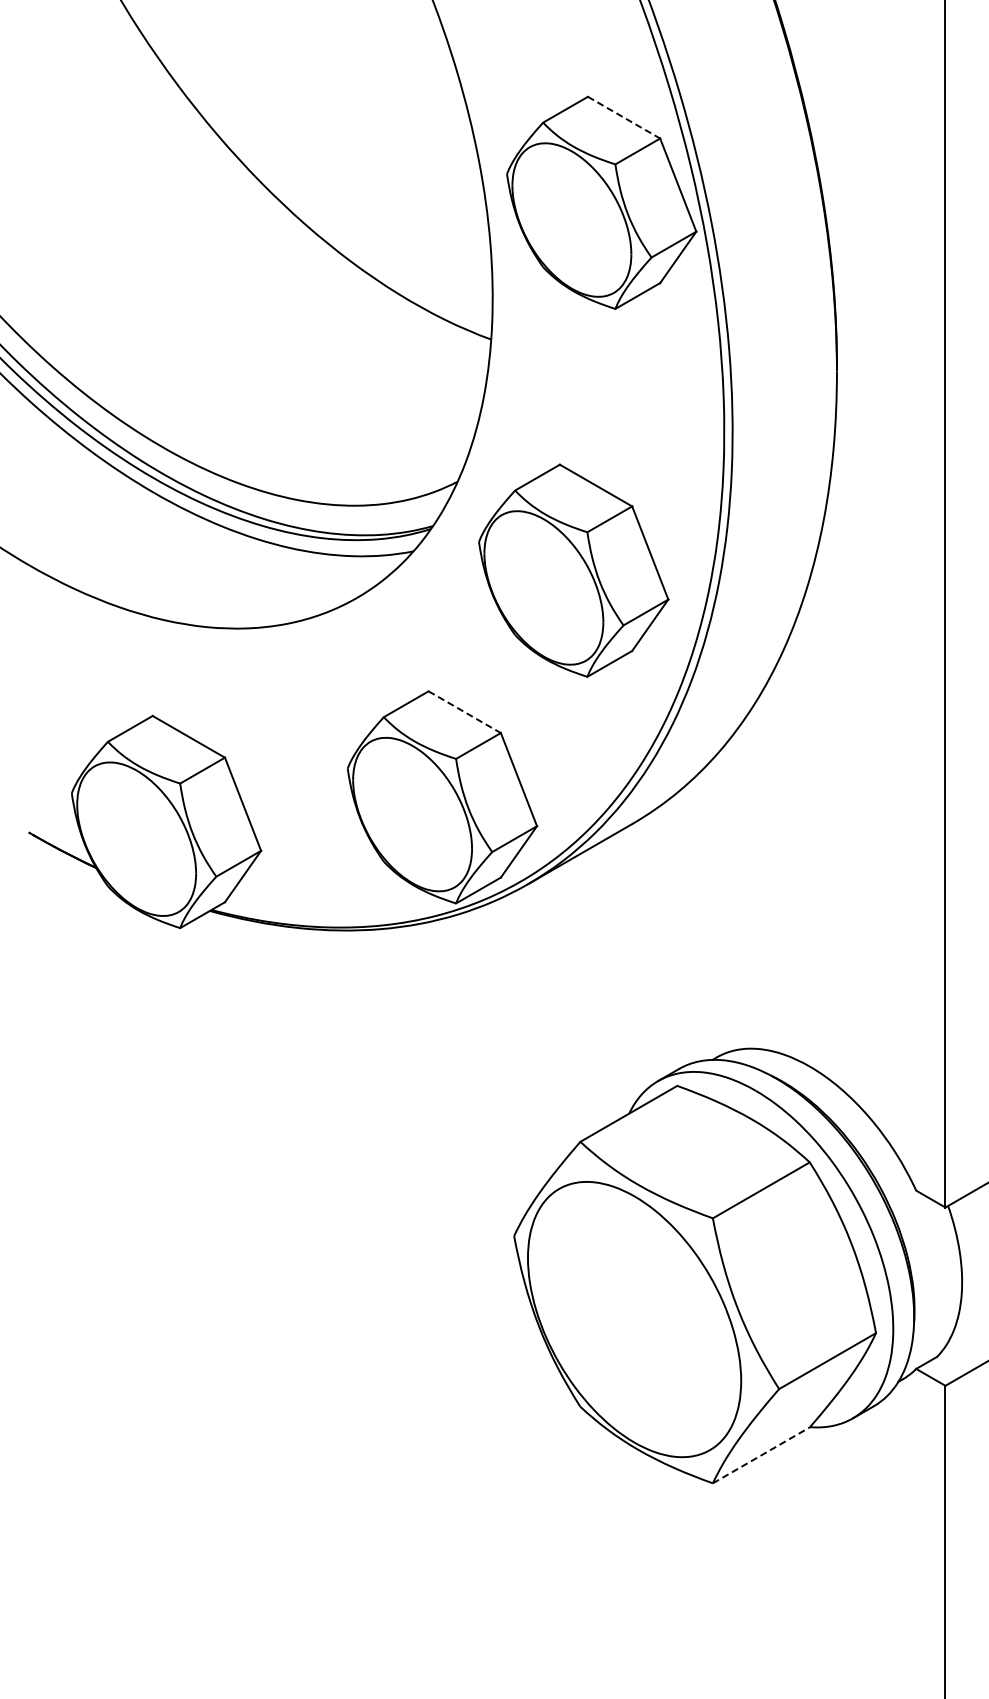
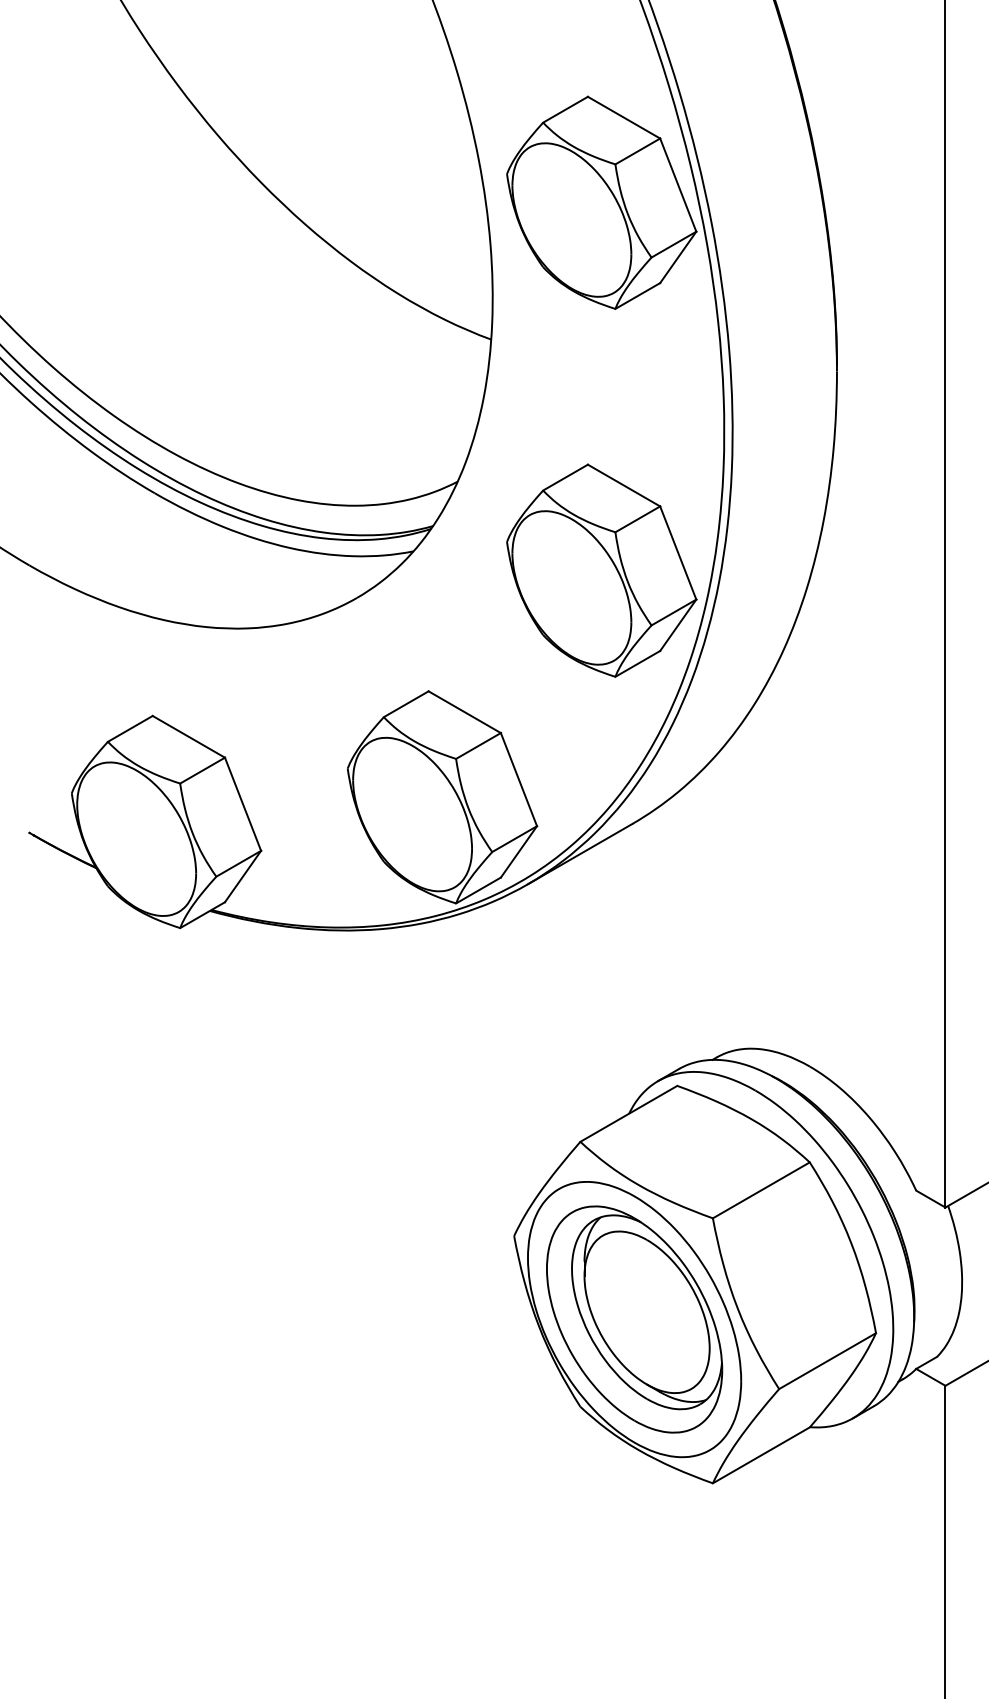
line at (624, 117): dashed -> solid
part at (573, 570) position: (573, 570) -> (601, 570)
line at (464, 712): dashed -> solid
part at (634, 1319): none -> present
line at (761, 1455): dashed -> solid
